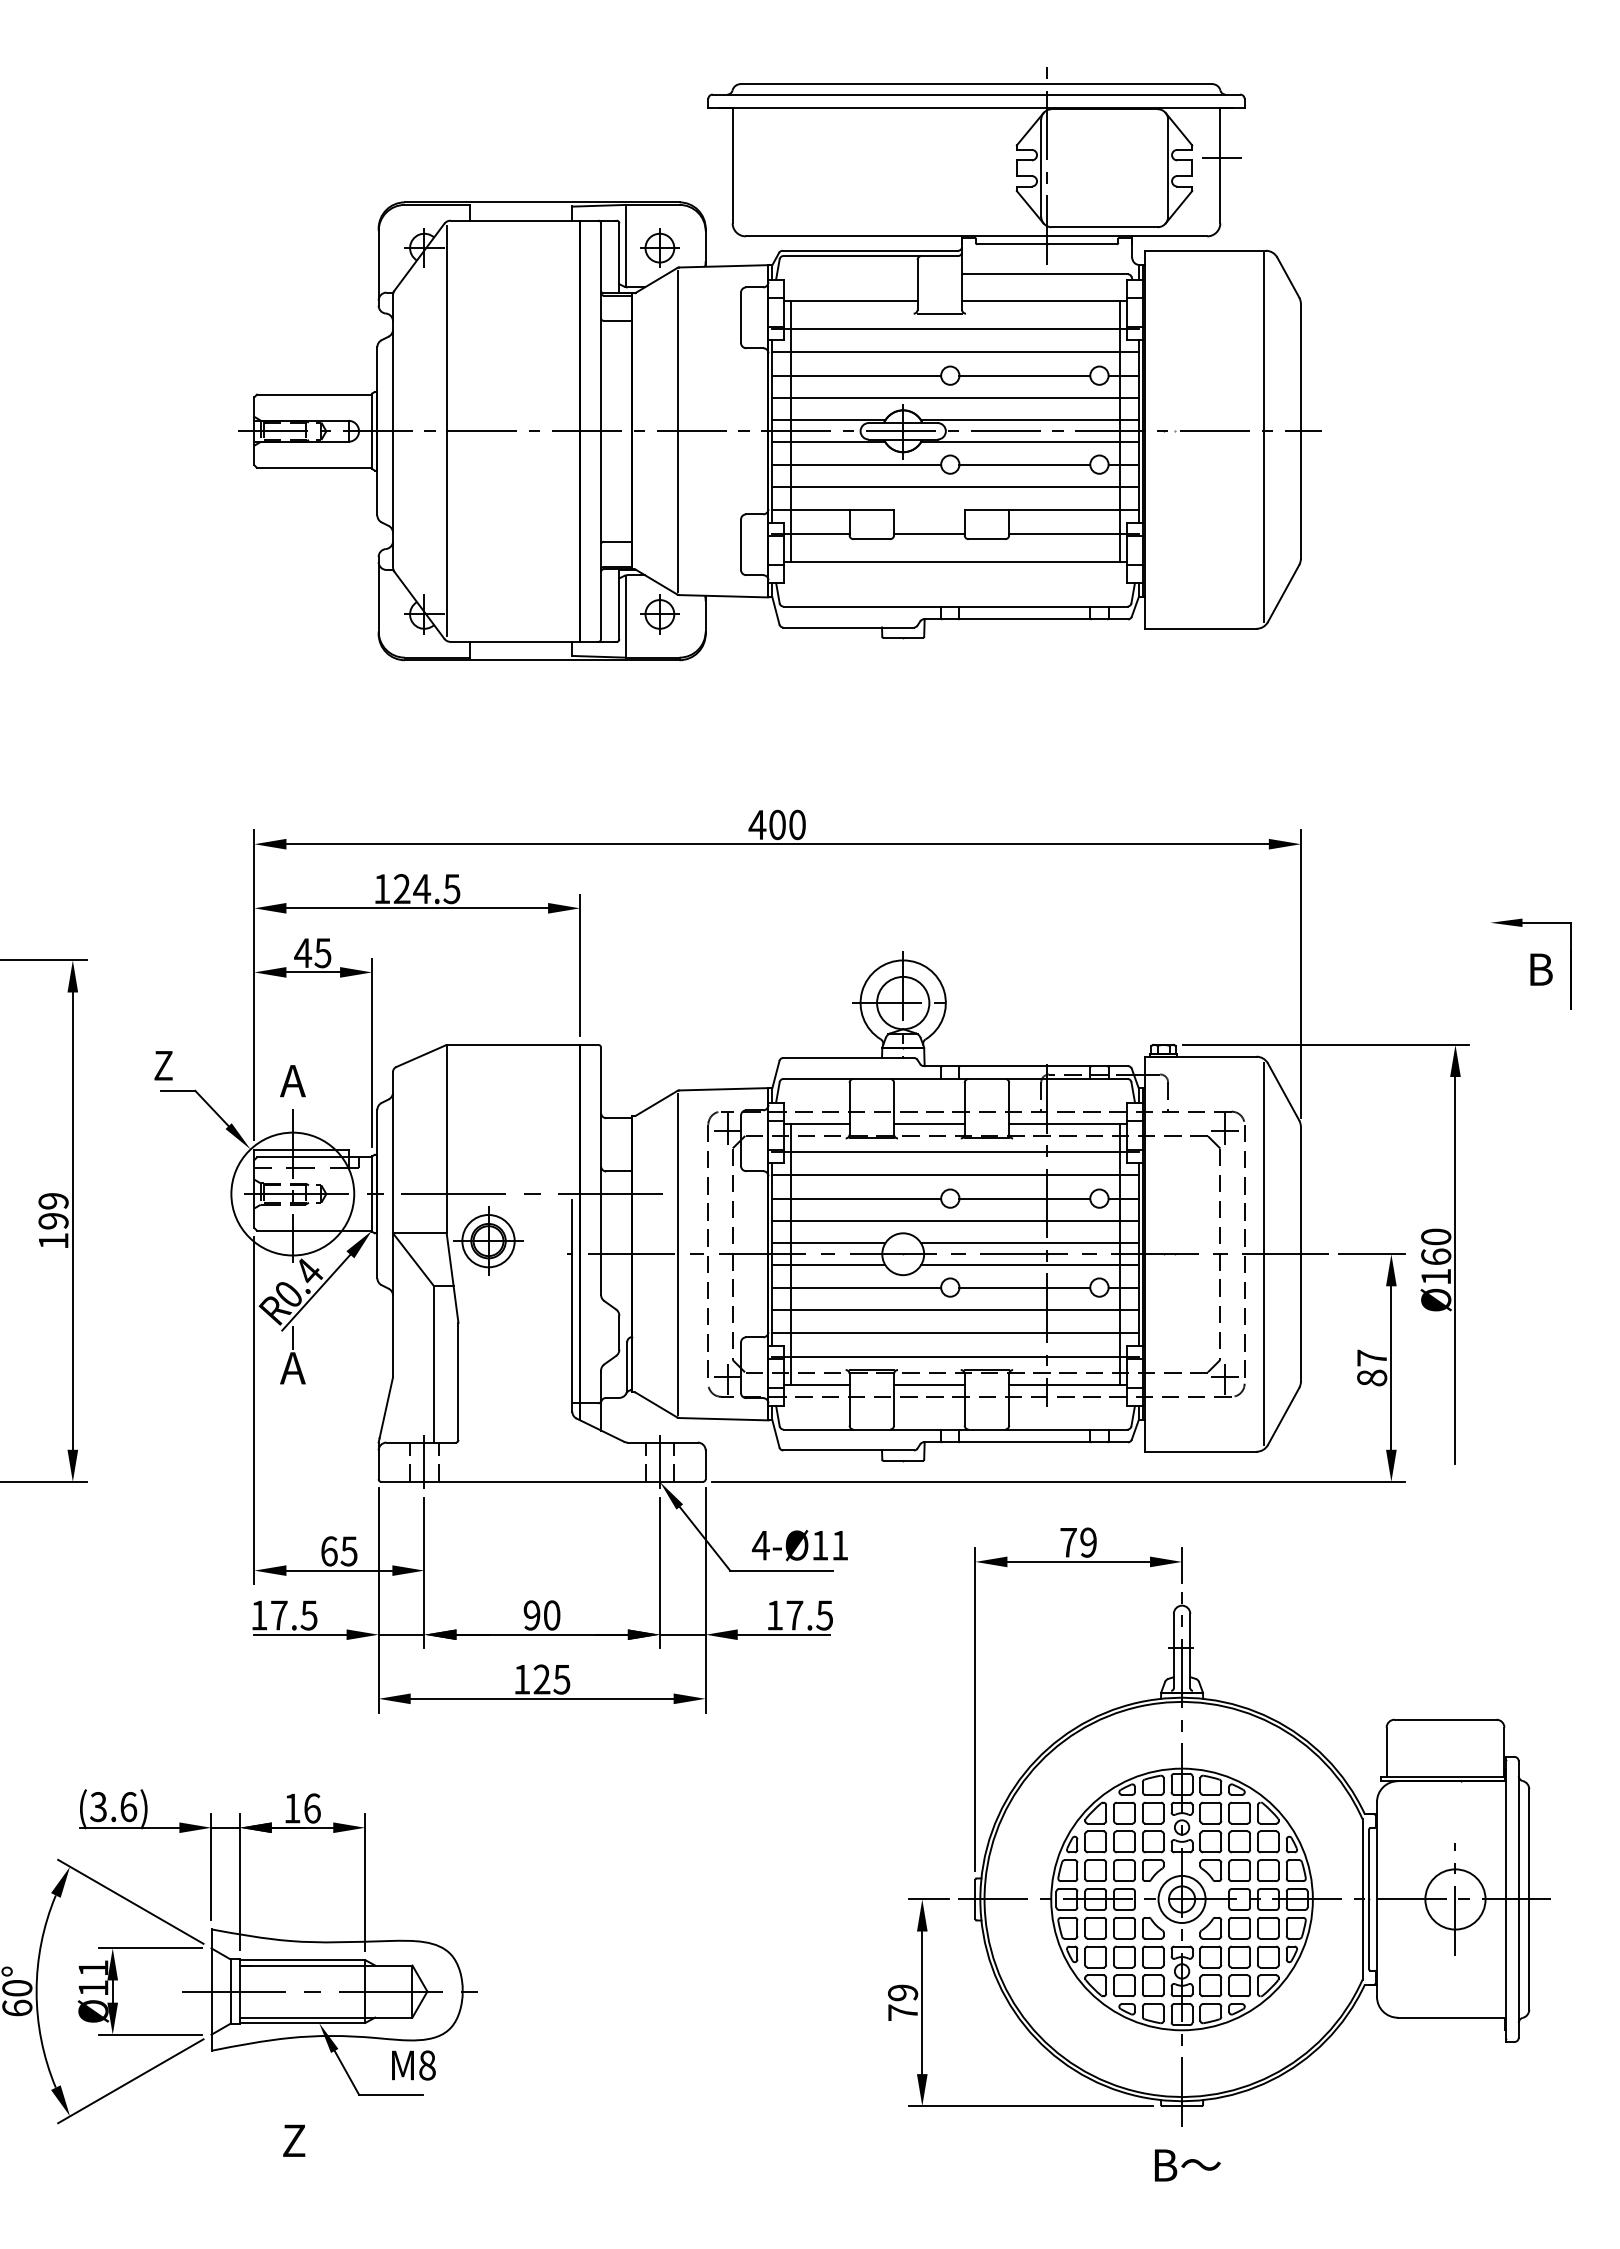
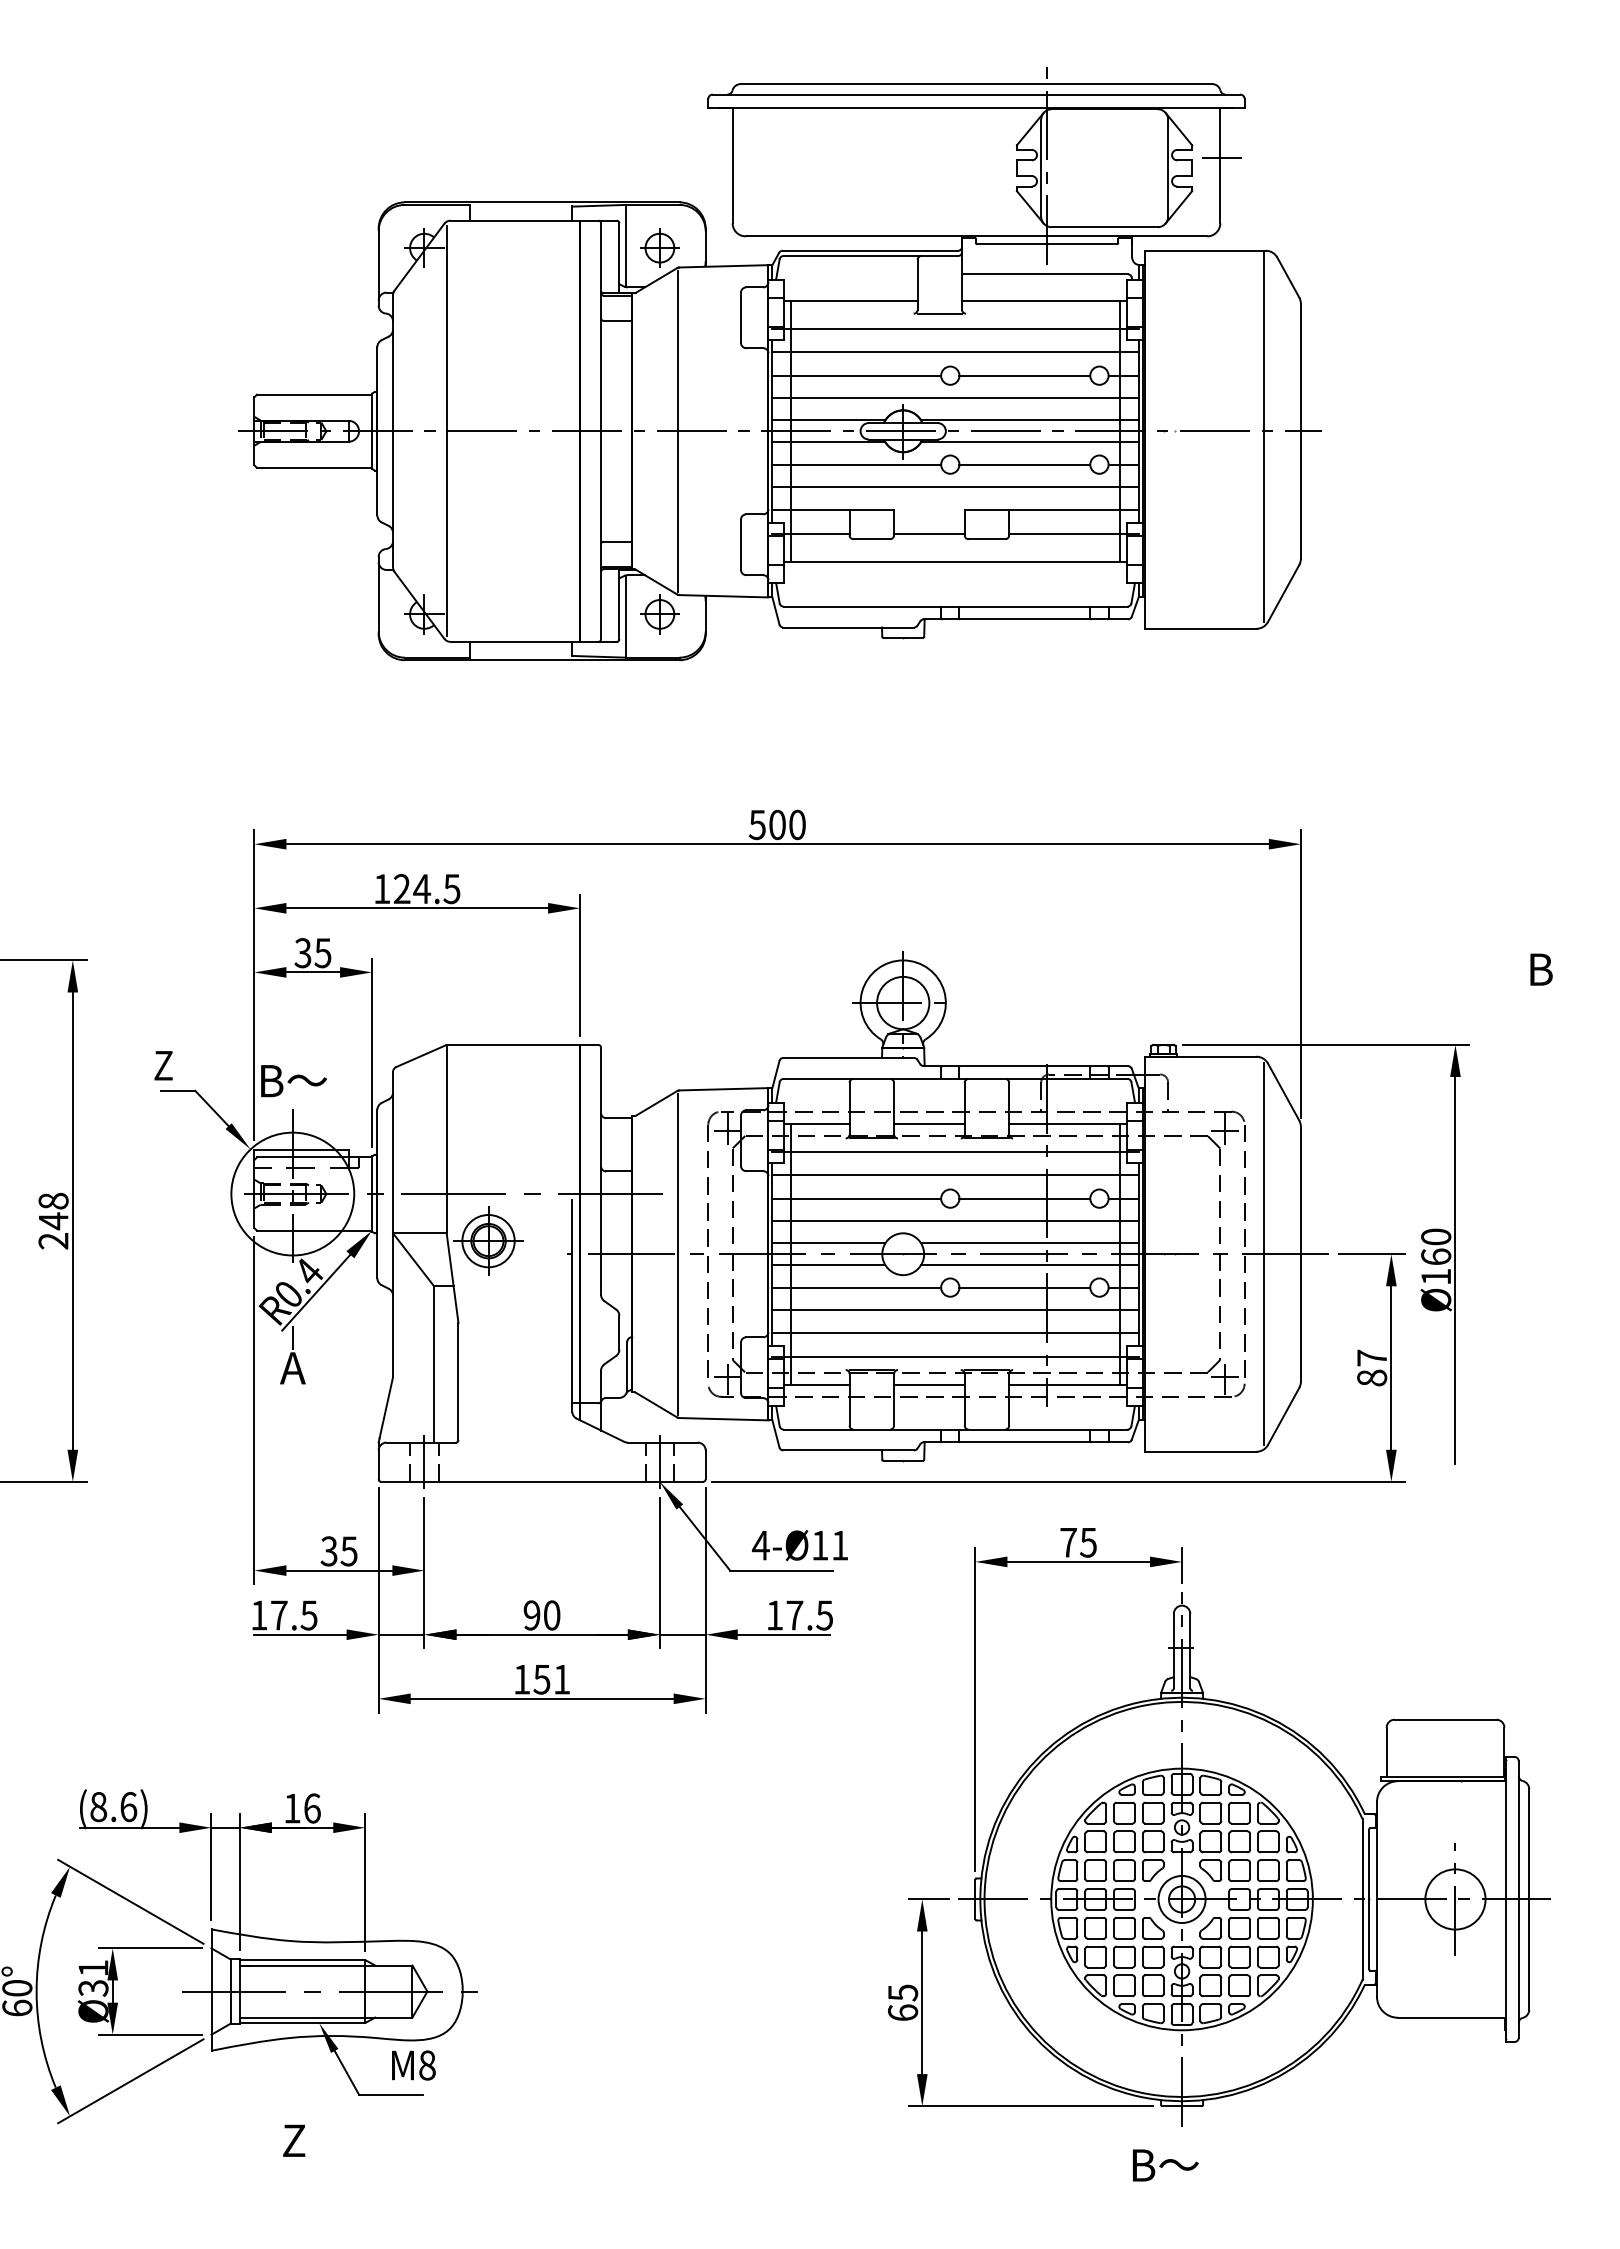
text at (757, 825): 400 -> 500
part at (1522, 926): present -> none
text at (303, 953): 45 -> 35
text at (293, 1081): A -> B～
text at (53, 1220): 199 -> 248
text at (1088, 1542): 79 -> 75
text at (328, 1551): 65 -> 35
text at (551, 1679): 125 -> 151
text at (98, 1807): (3.6) -> (8.6)
text at (93, 1988): Ø11 -> Ø31
text at (903, 2002): 79 -> 65
text at (1187, 2165) position: (1187, 2165) -> (1165, 2165)
